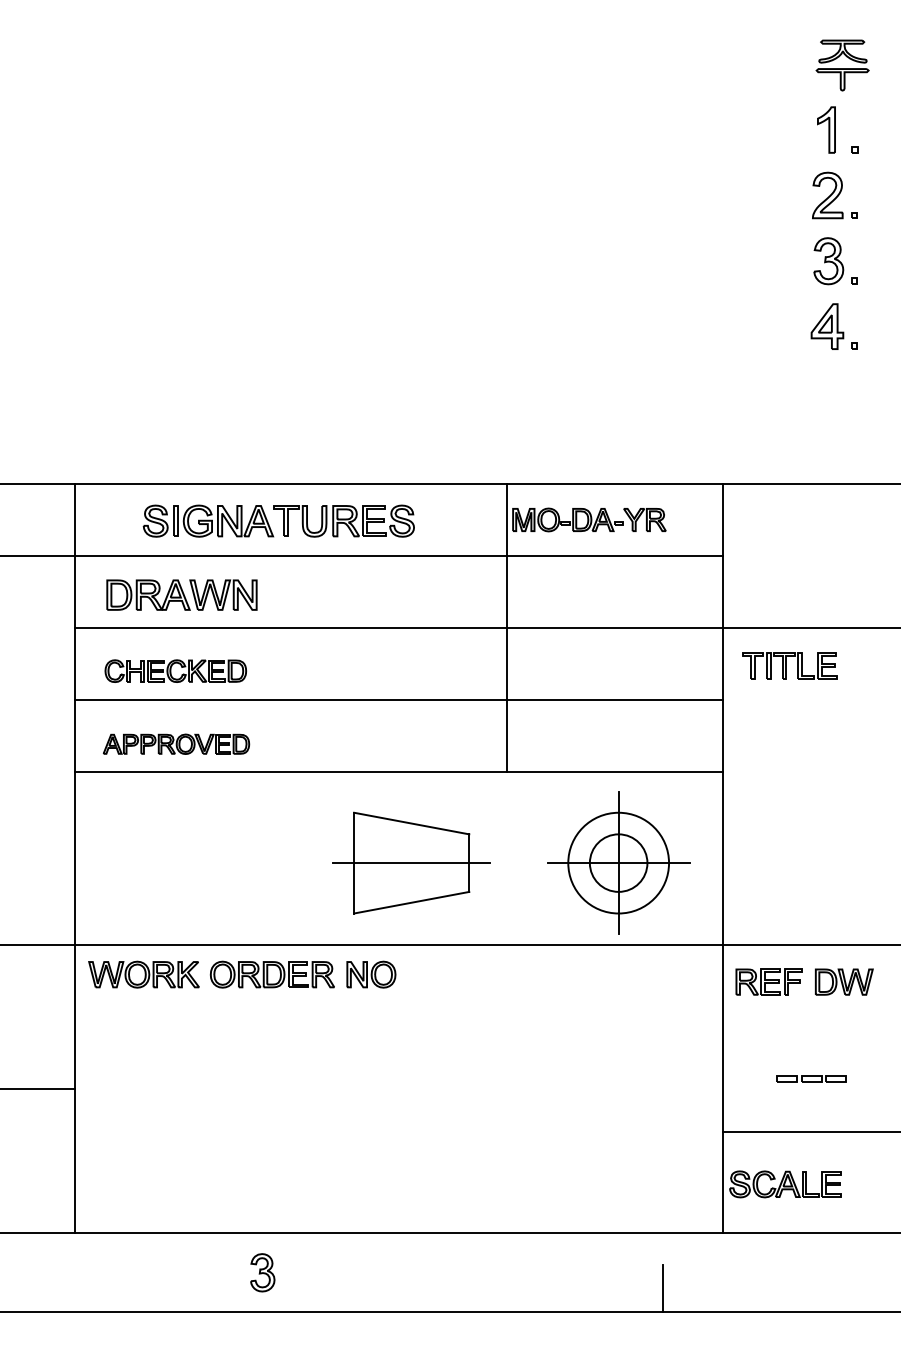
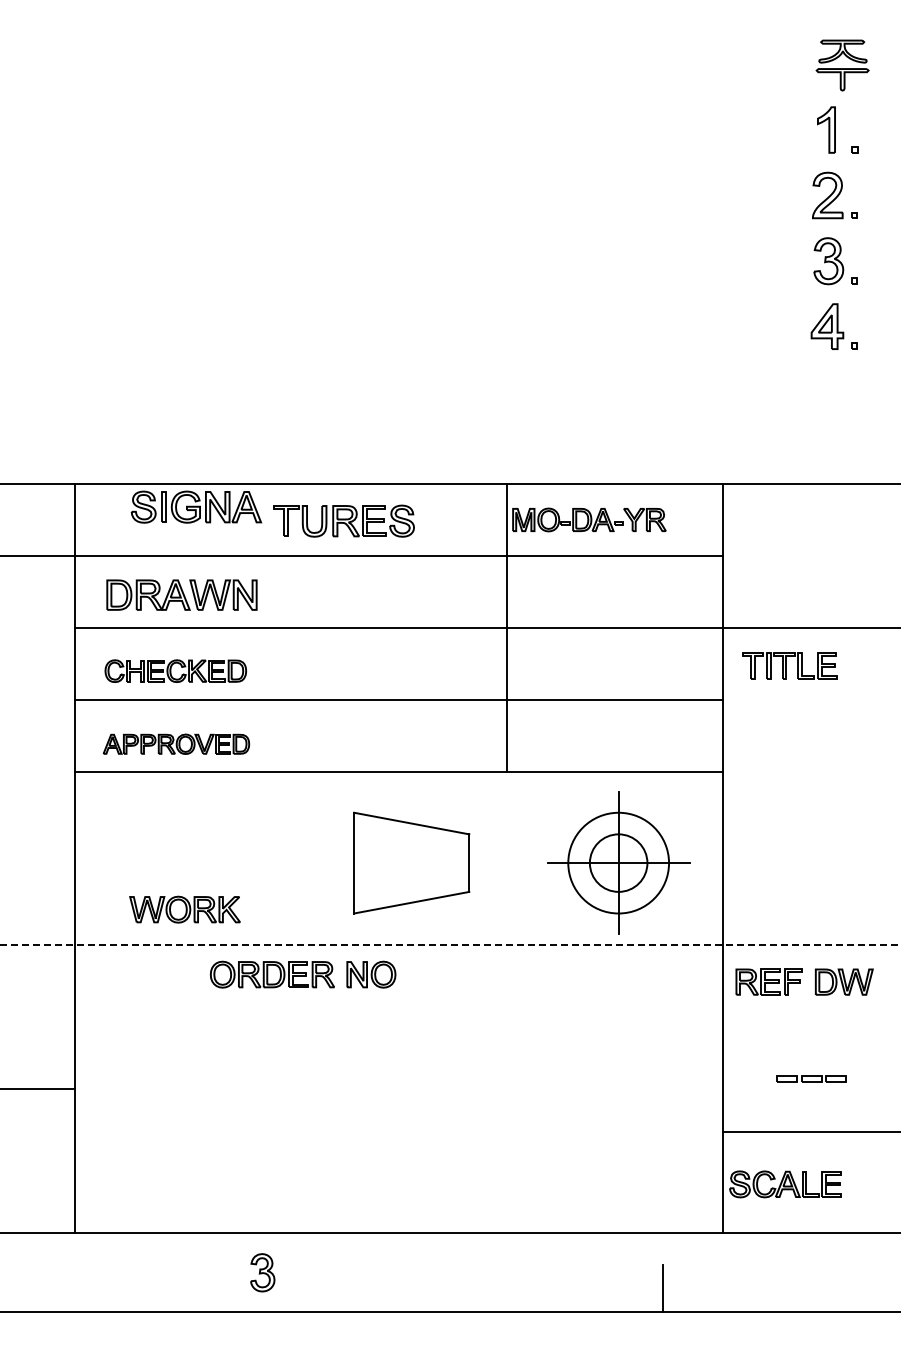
part at (208, 520) position: (208, 520) -> (196, 506)
line at (411, 863): present -> none
line at (450, 944): solid -> dashed
part at (143, 974) position: (143, 974) -> (184, 909)
